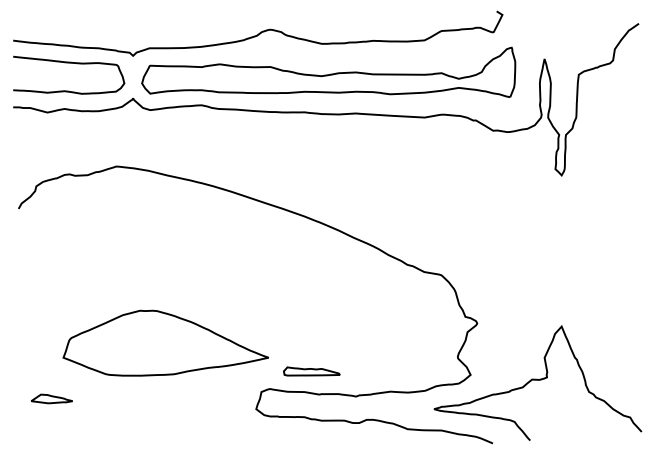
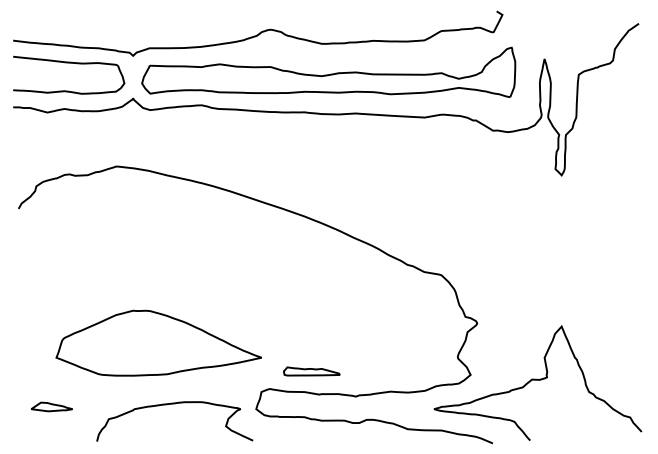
part at (165, 342) position: (165, 342) -> (158, 342)
part at (51, 398) position: (51, 398) -> (51, 406)
curve at (174, 404): none -> present
